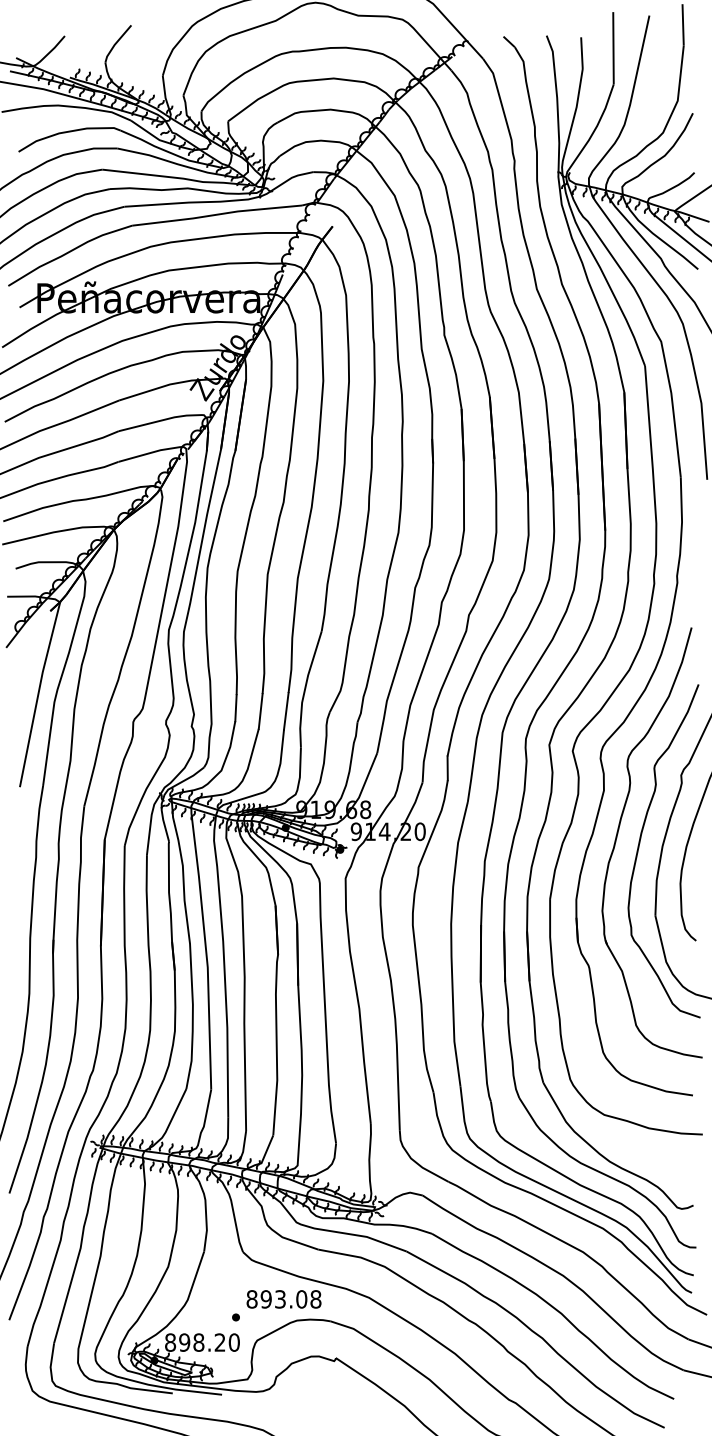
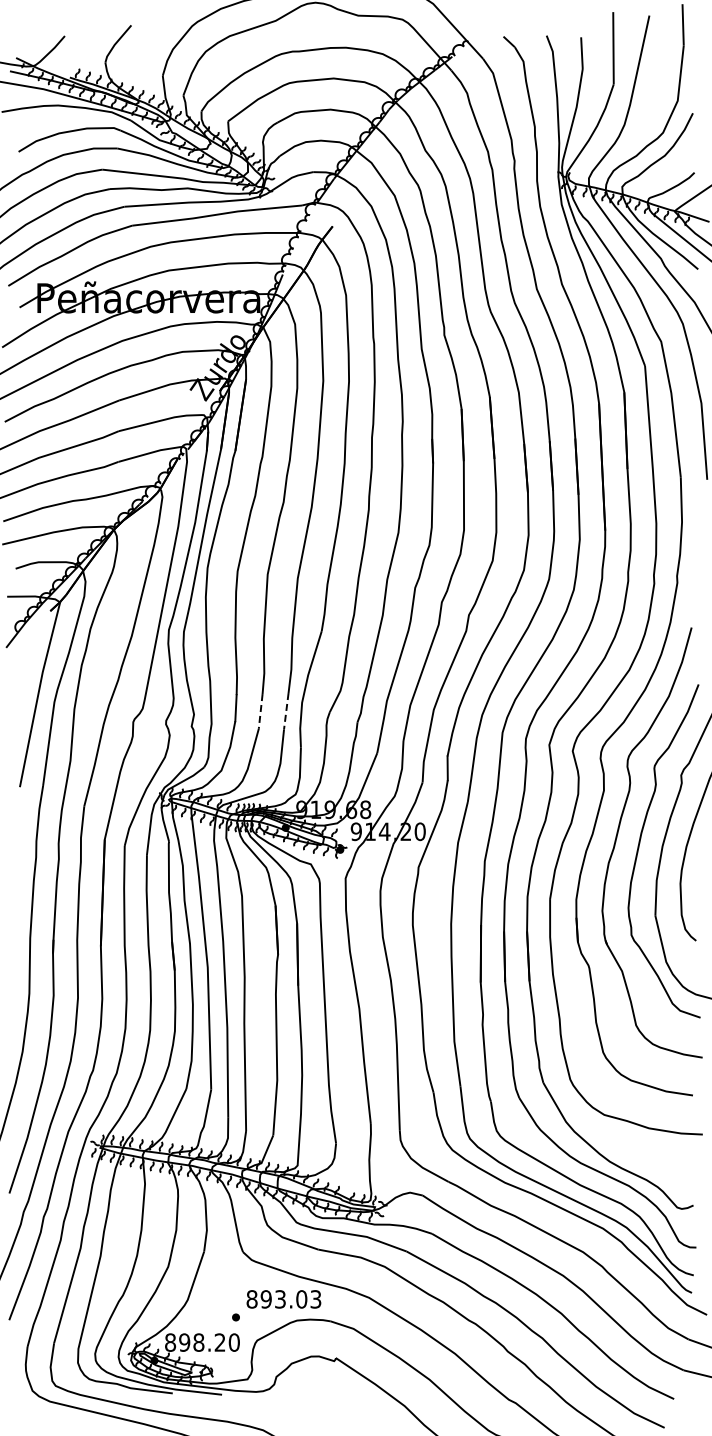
line at (260, 711): solid -> dashed
line at (286, 711): solid -> dashed
text at (315, 1299): 893.08 -> 893.03
